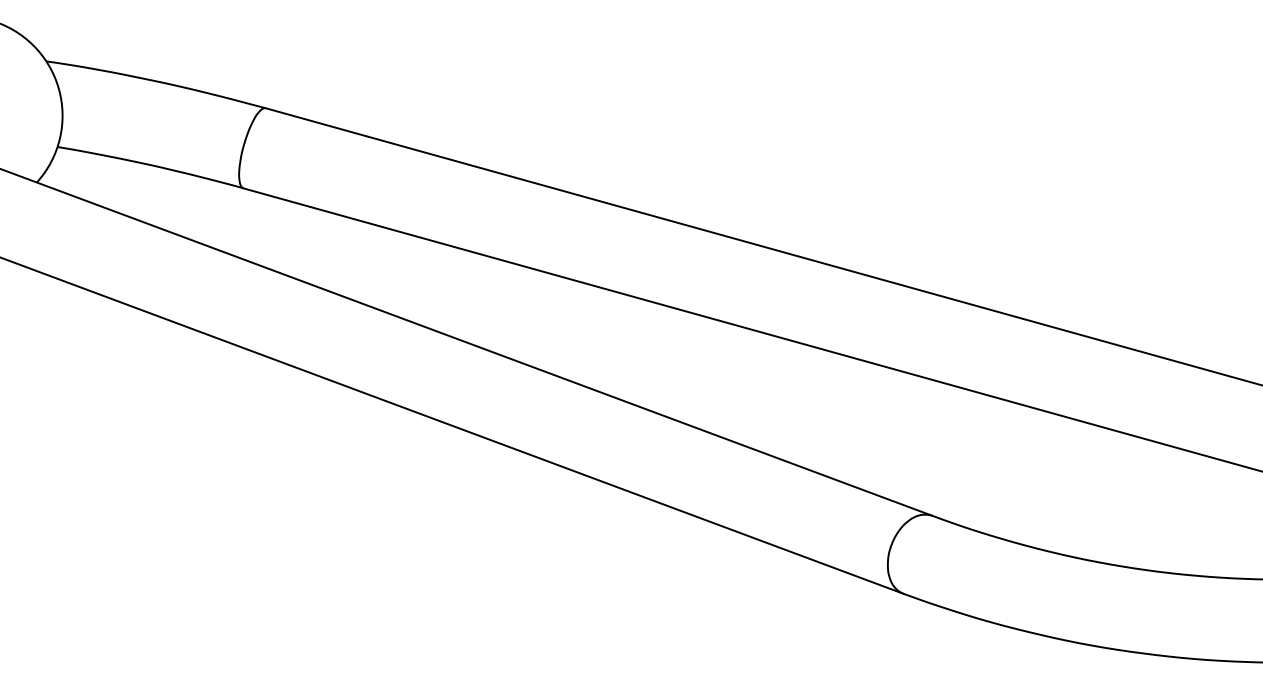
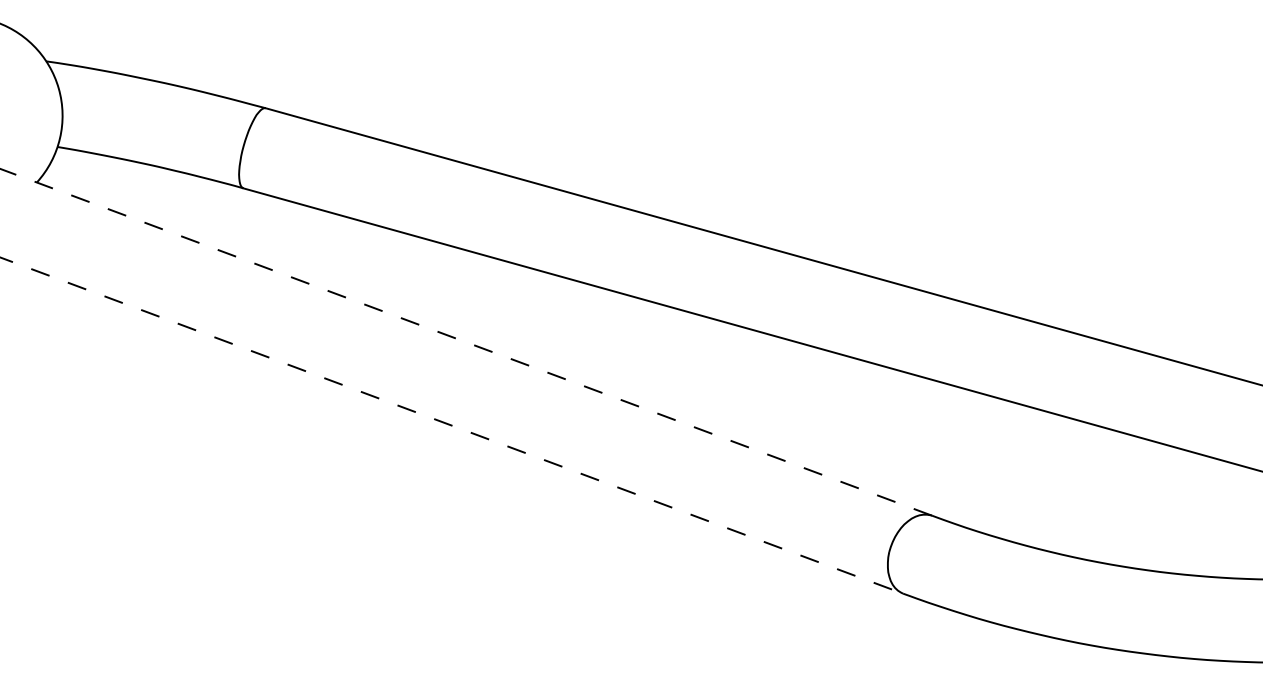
line at (466, 342): solid -> dashed
line at (452, 425): solid -> dashed
